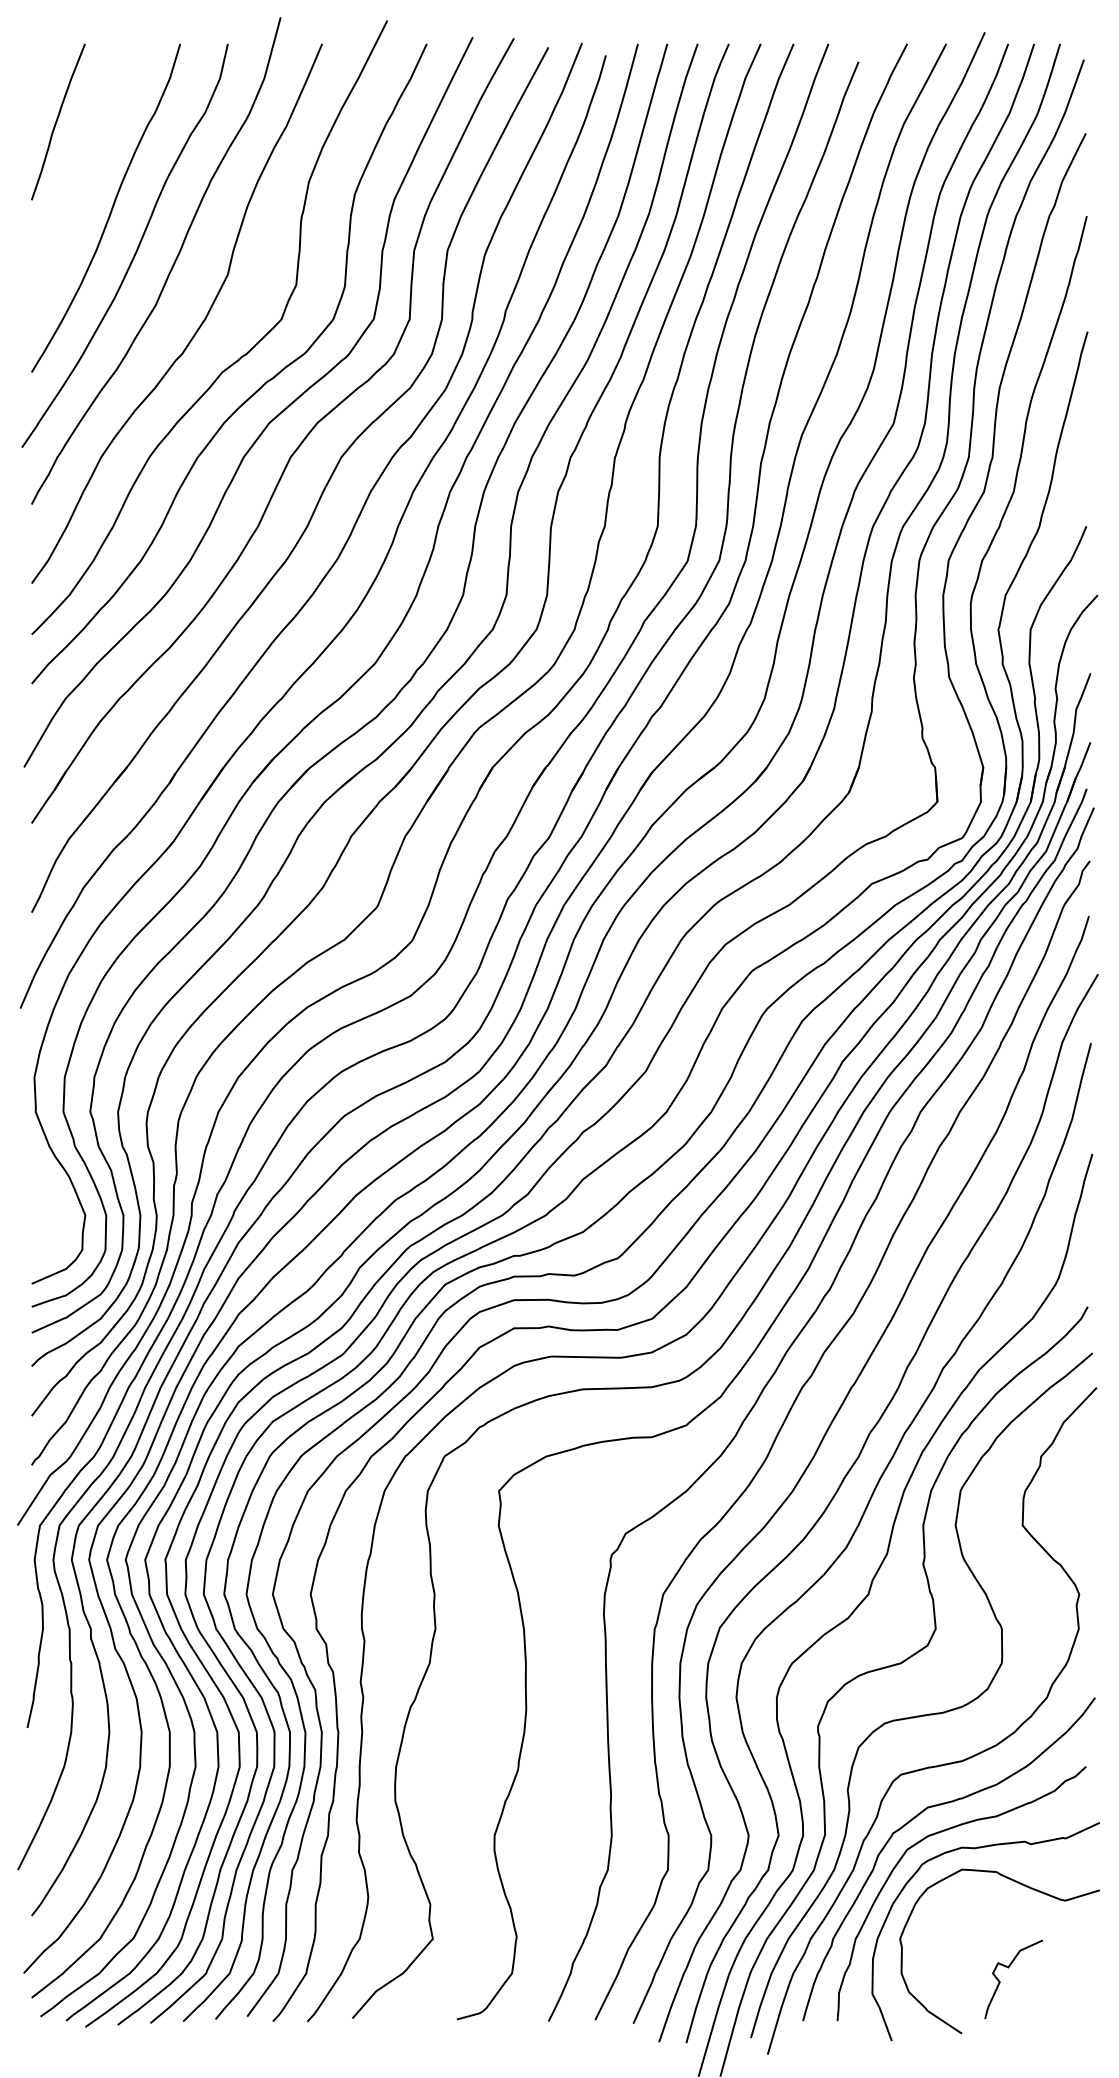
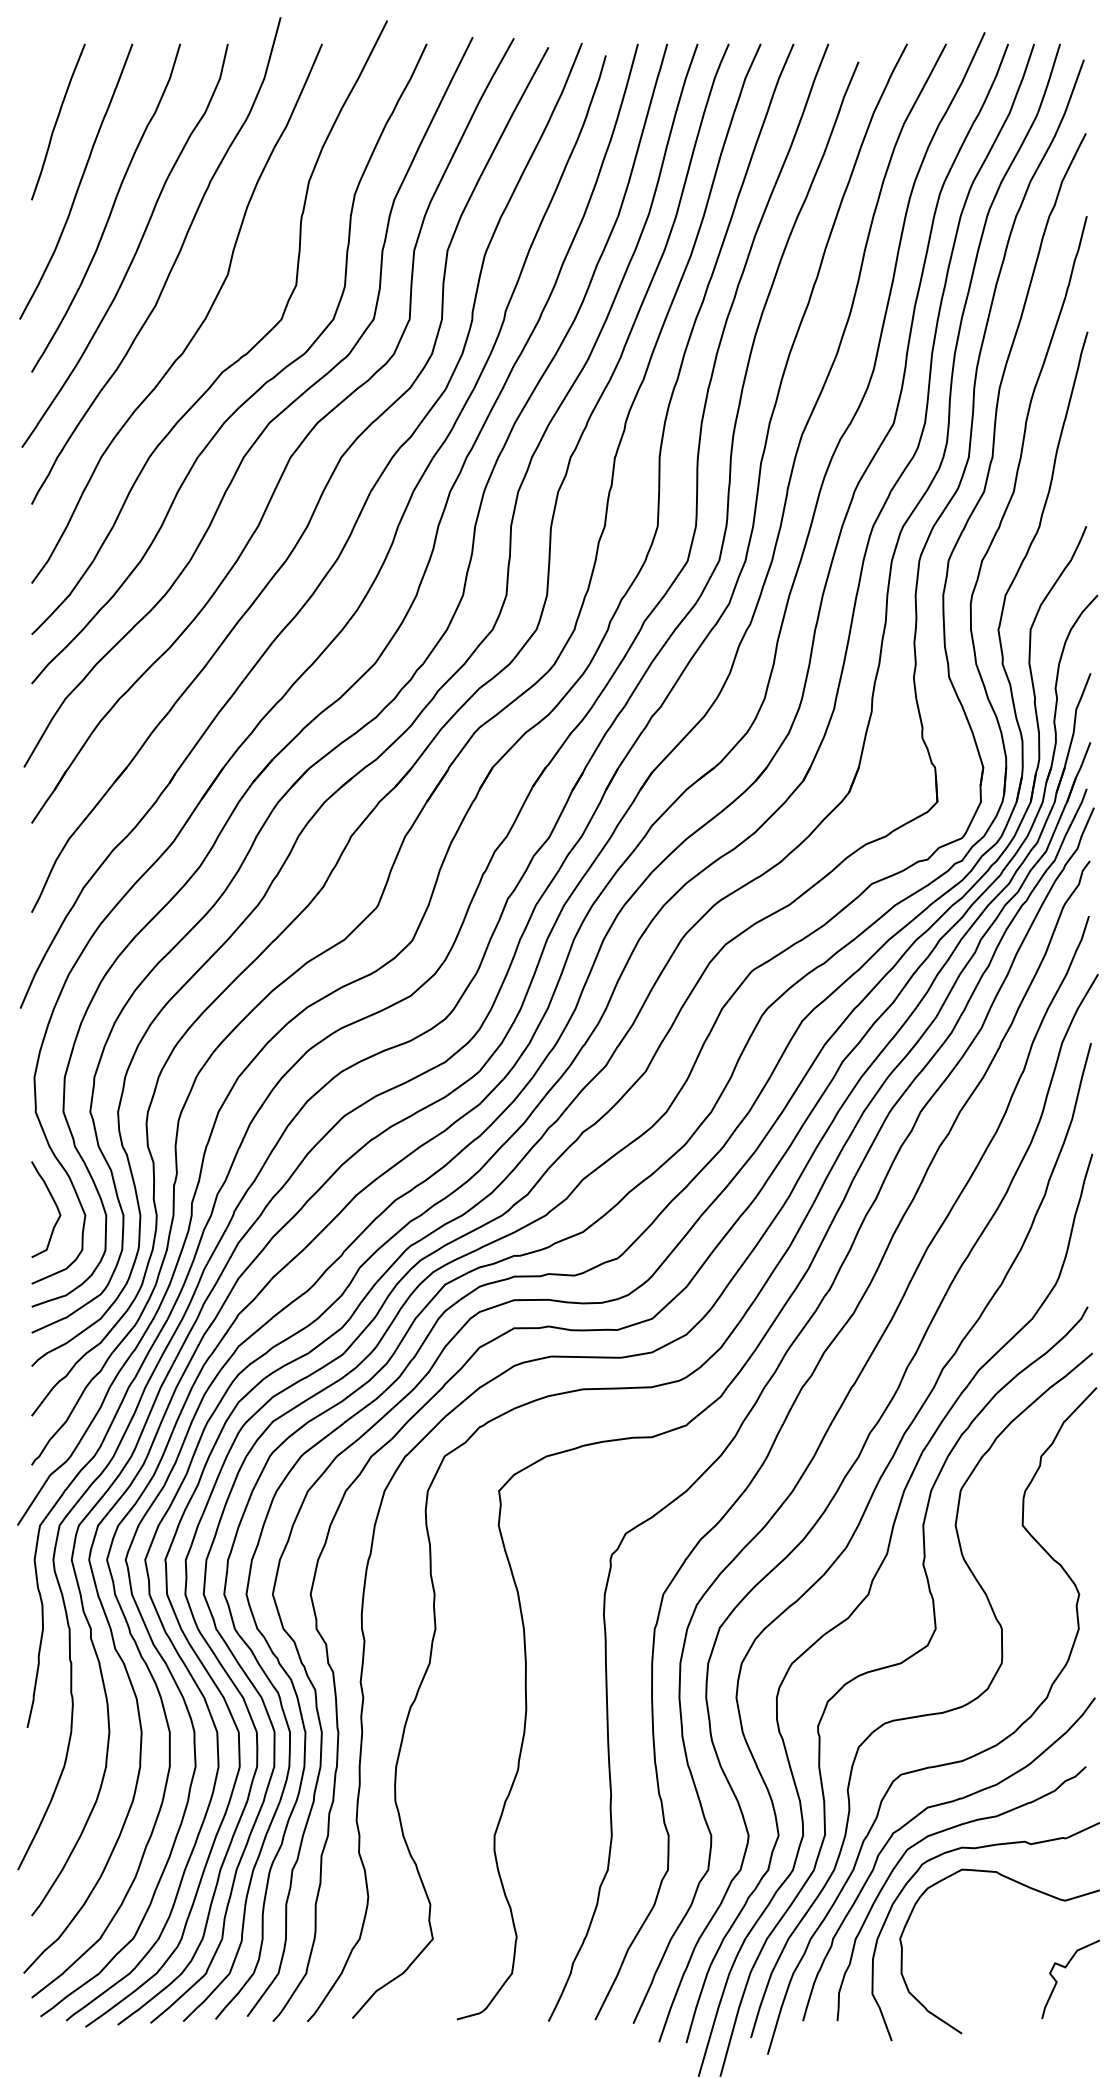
curve at (79, 181): none -> present
curve at (55, 1205): none -> present
curve at (1008, 1968) position: (1008, 1968) -> (1065, 1968)
